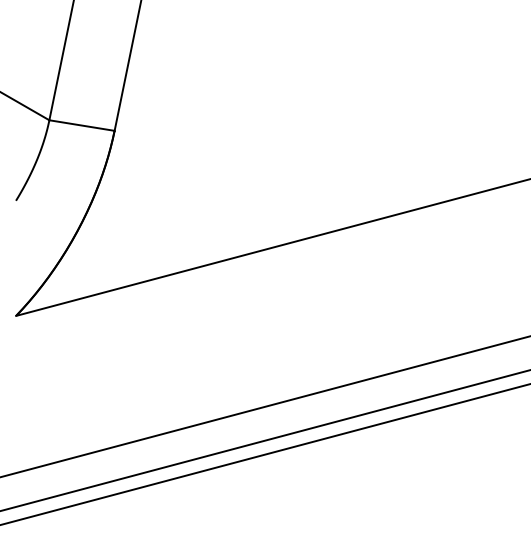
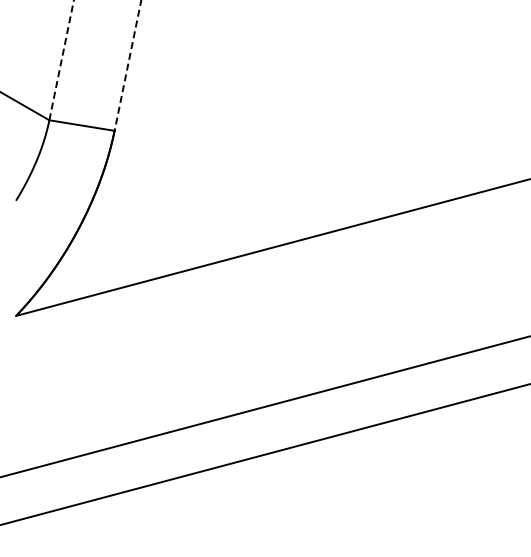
line at (61, 60): solid -> dashed
line at (127, 66): solid -> dashed
line at (264, 440): present -> none
